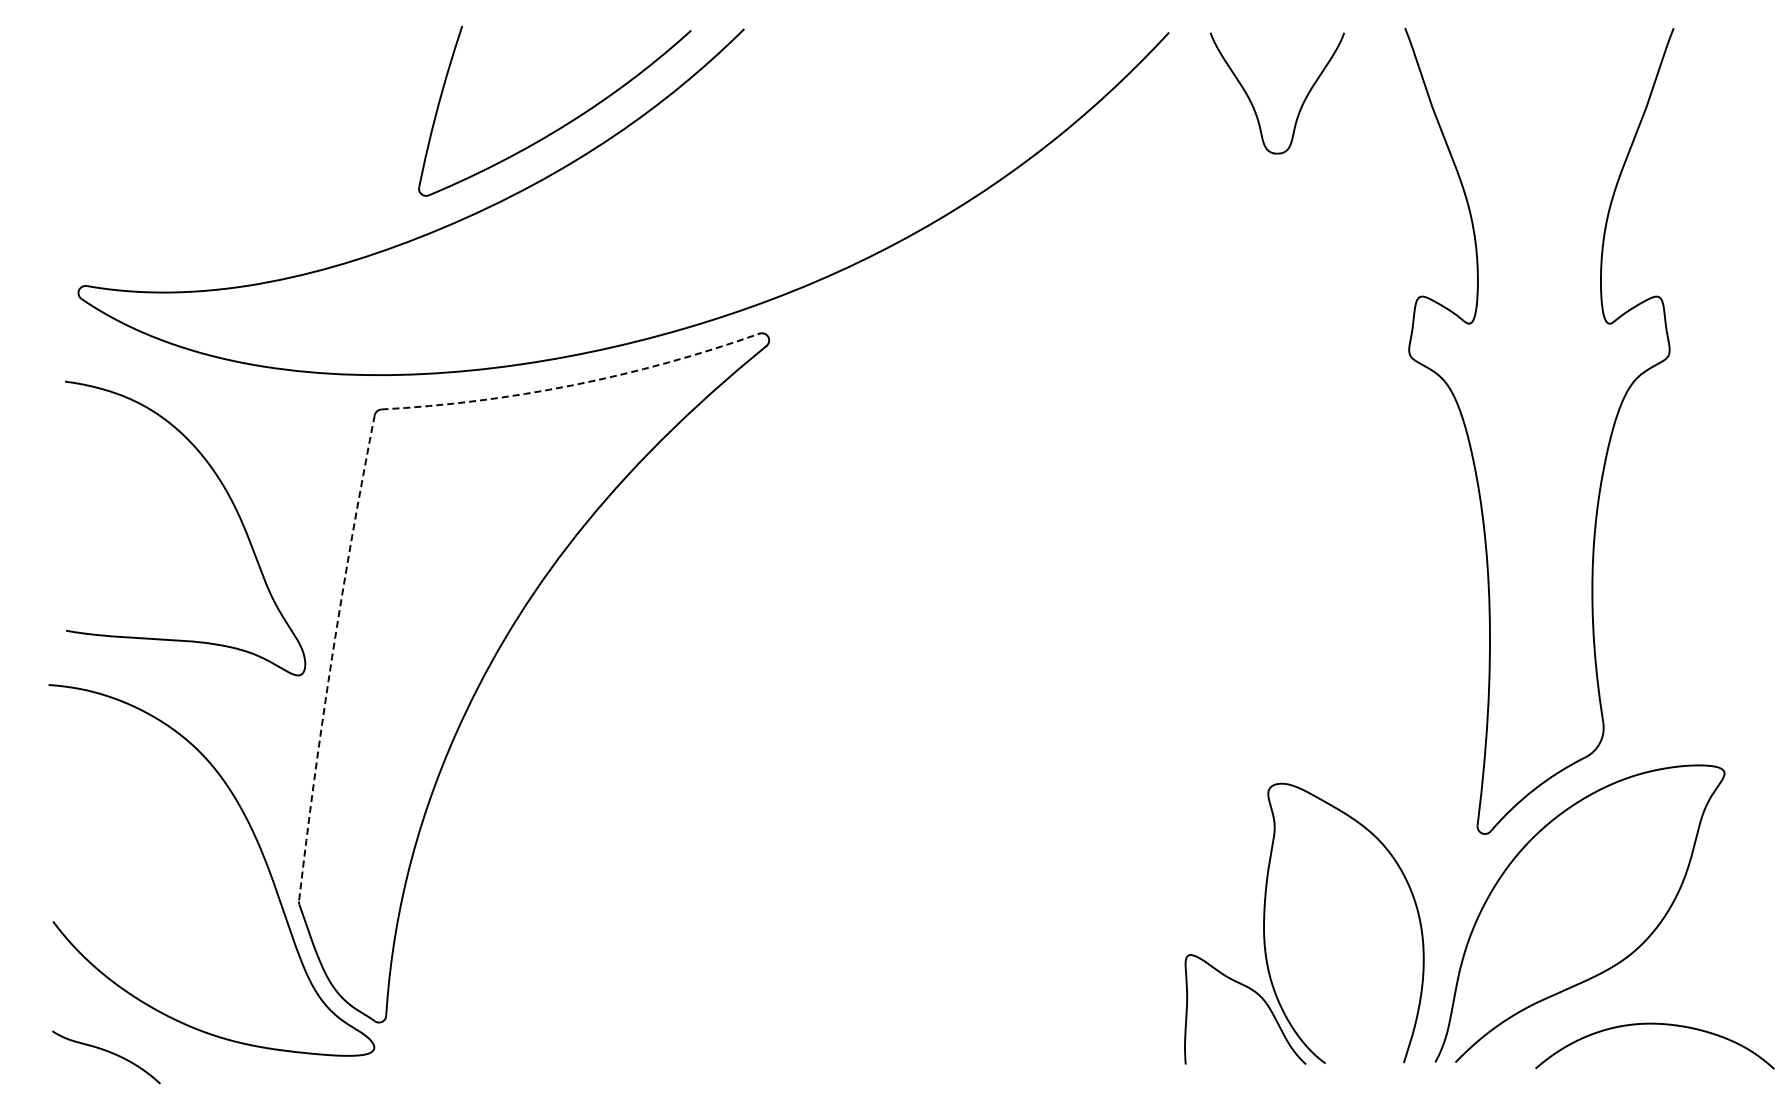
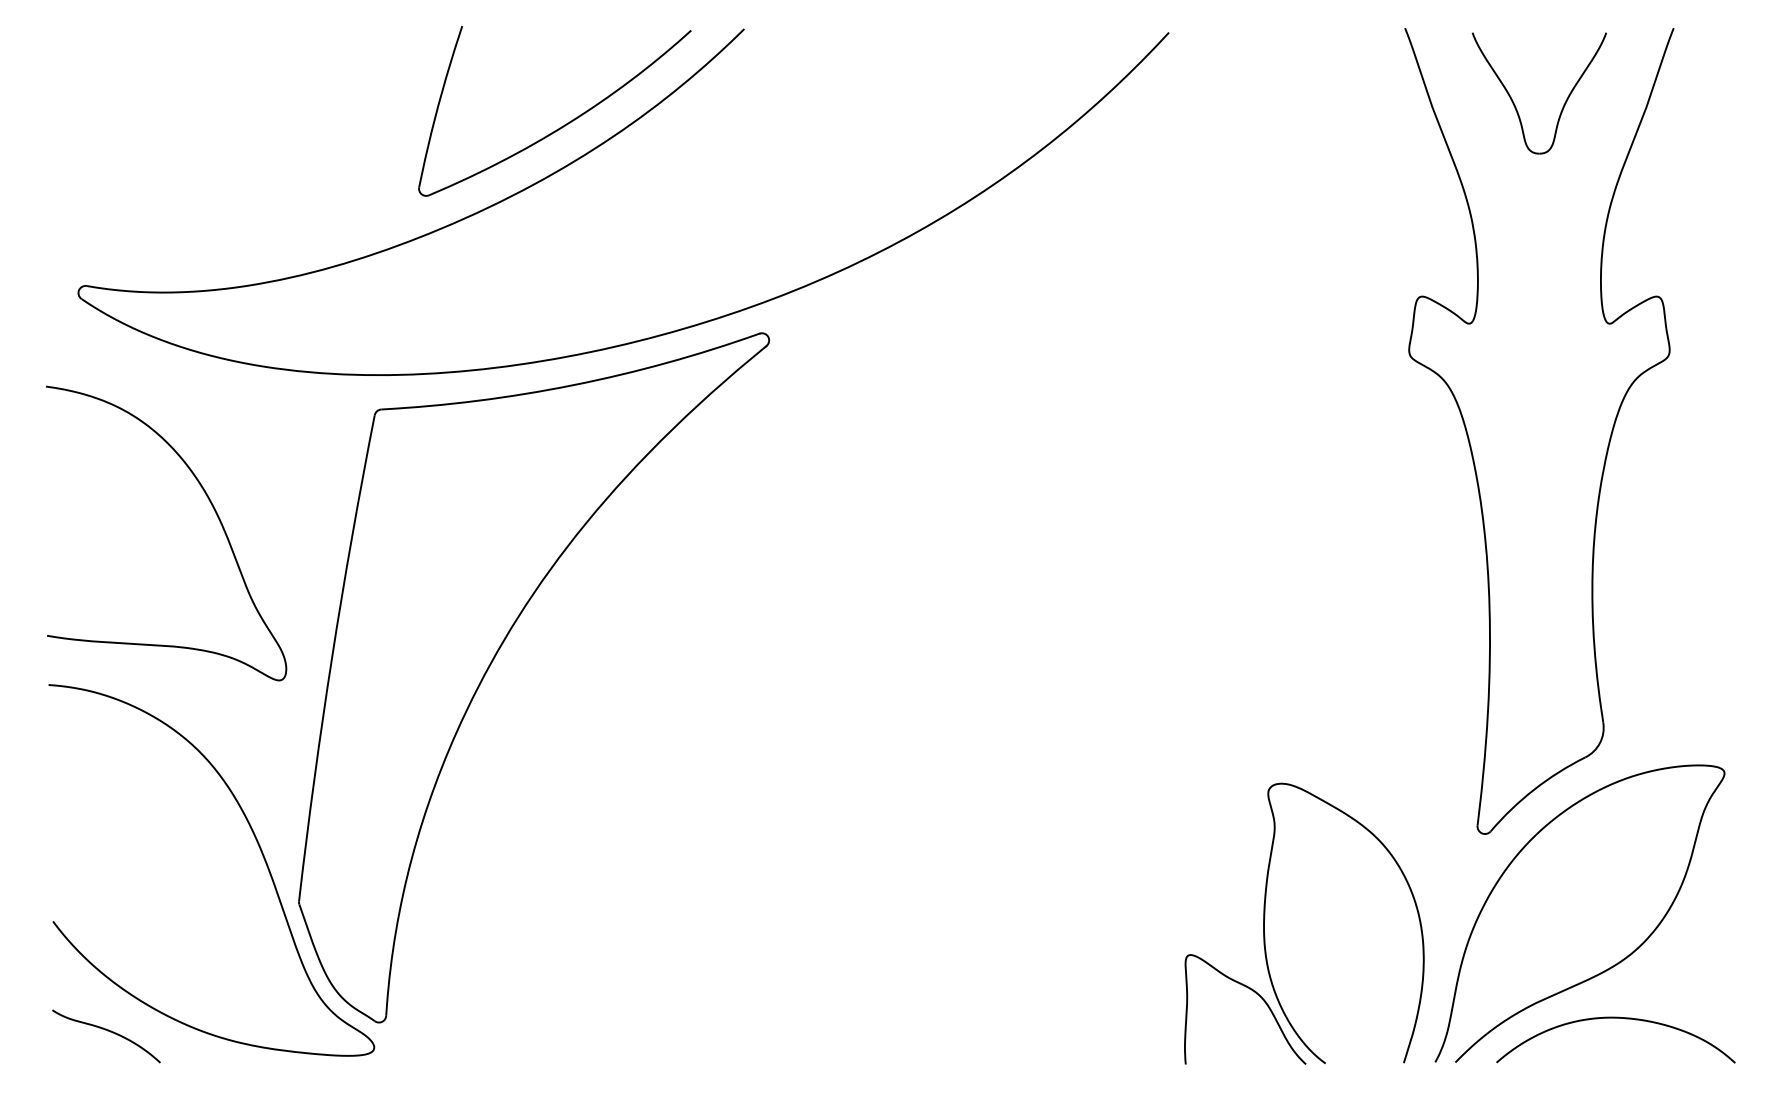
part at (1252, 102) position: (1252, 102) -> (1514, 102)
arc at (572, 385): dashed -> solid
curve at (232, 504) position: (232, 504) -> (213, 509)
arc at (332, 657): dashed -> solid
curve at (1654, 1024) position: (1654, 1024) -> (1615, 1018)
curve at (107, 1052) position: (107, 1052) -> (107, 1031)
